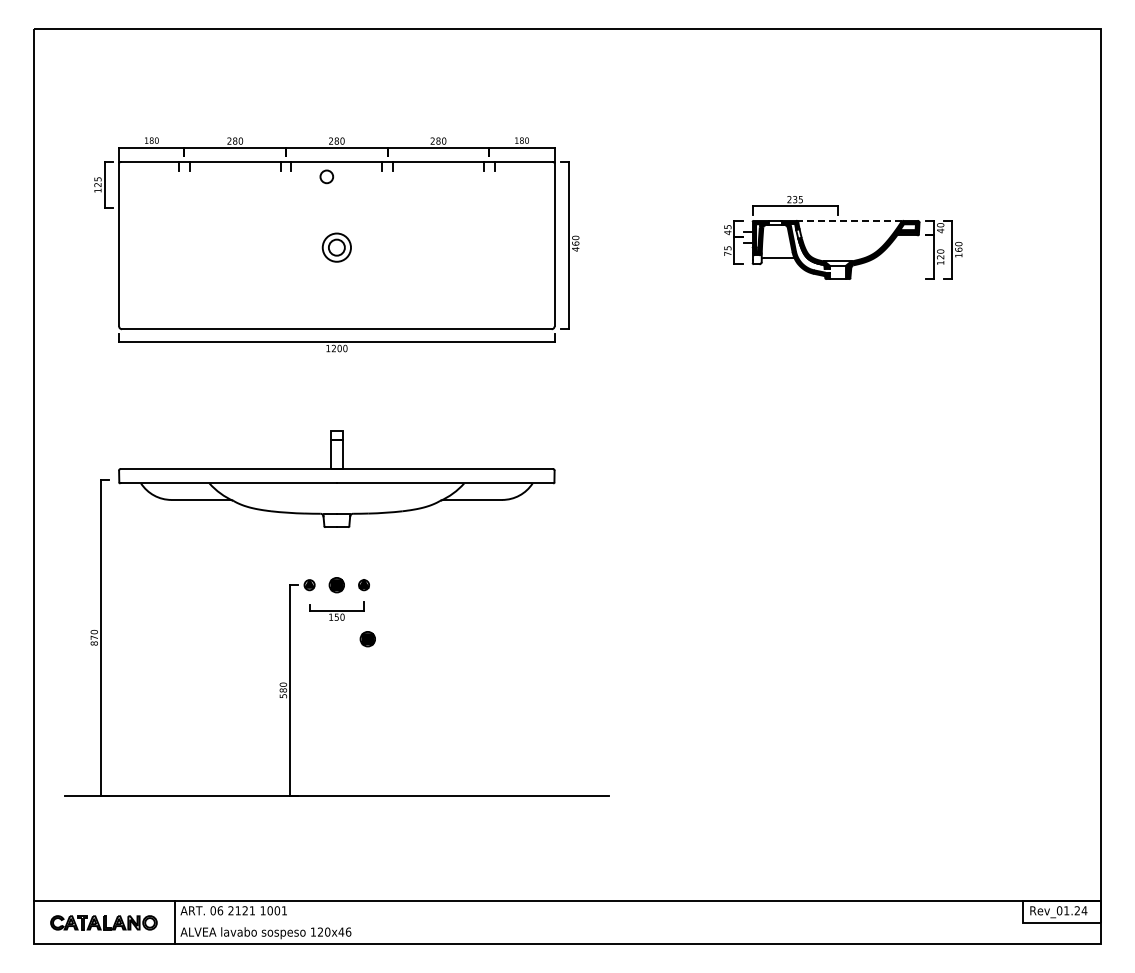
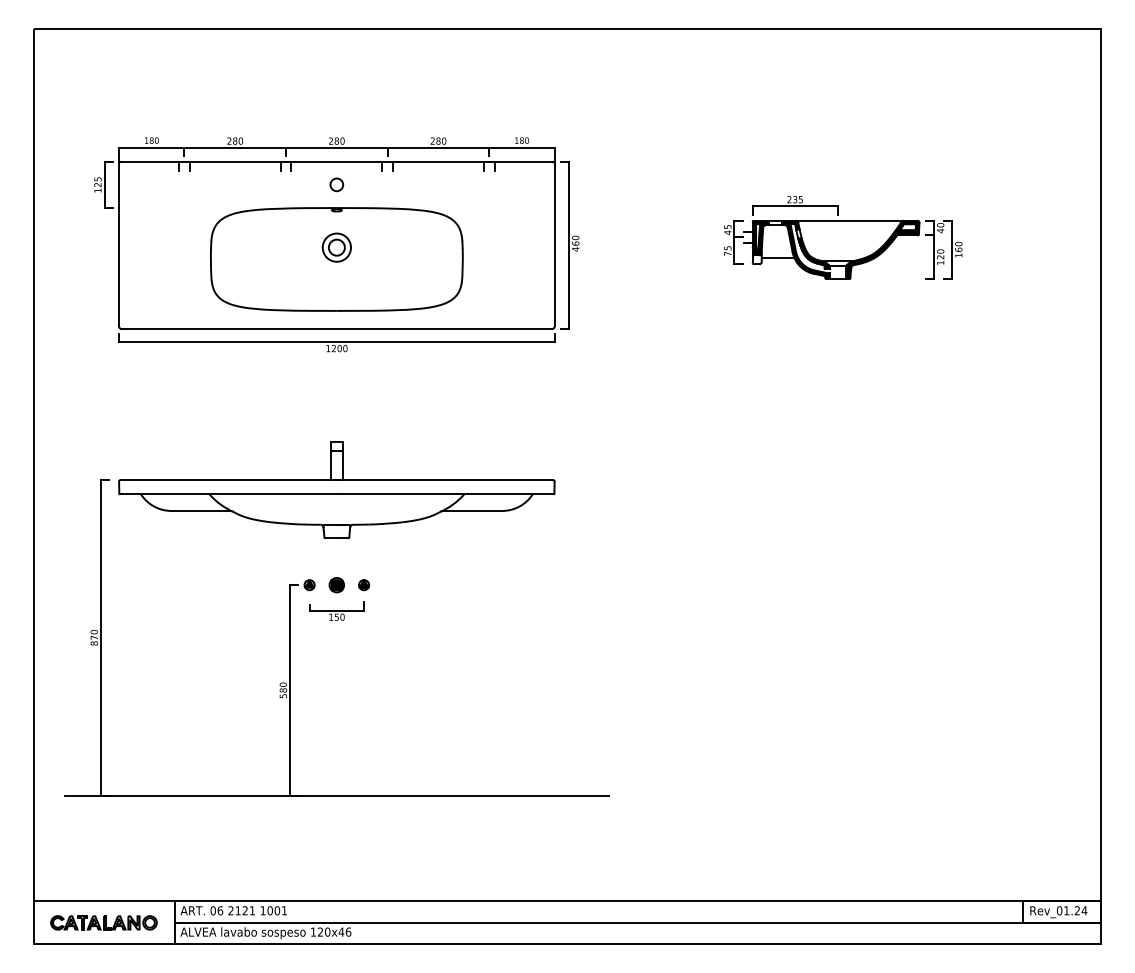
circle at (326, 176) position: (326, 176) -> (336, 184)
line at (850, 220): dashed -> solid
part at (336, 259): none -> present
part at (336, 478) position: (336, 478) -> (336, 489)
part at (367, 639): present -> none
line at (637, 922): none -> present
